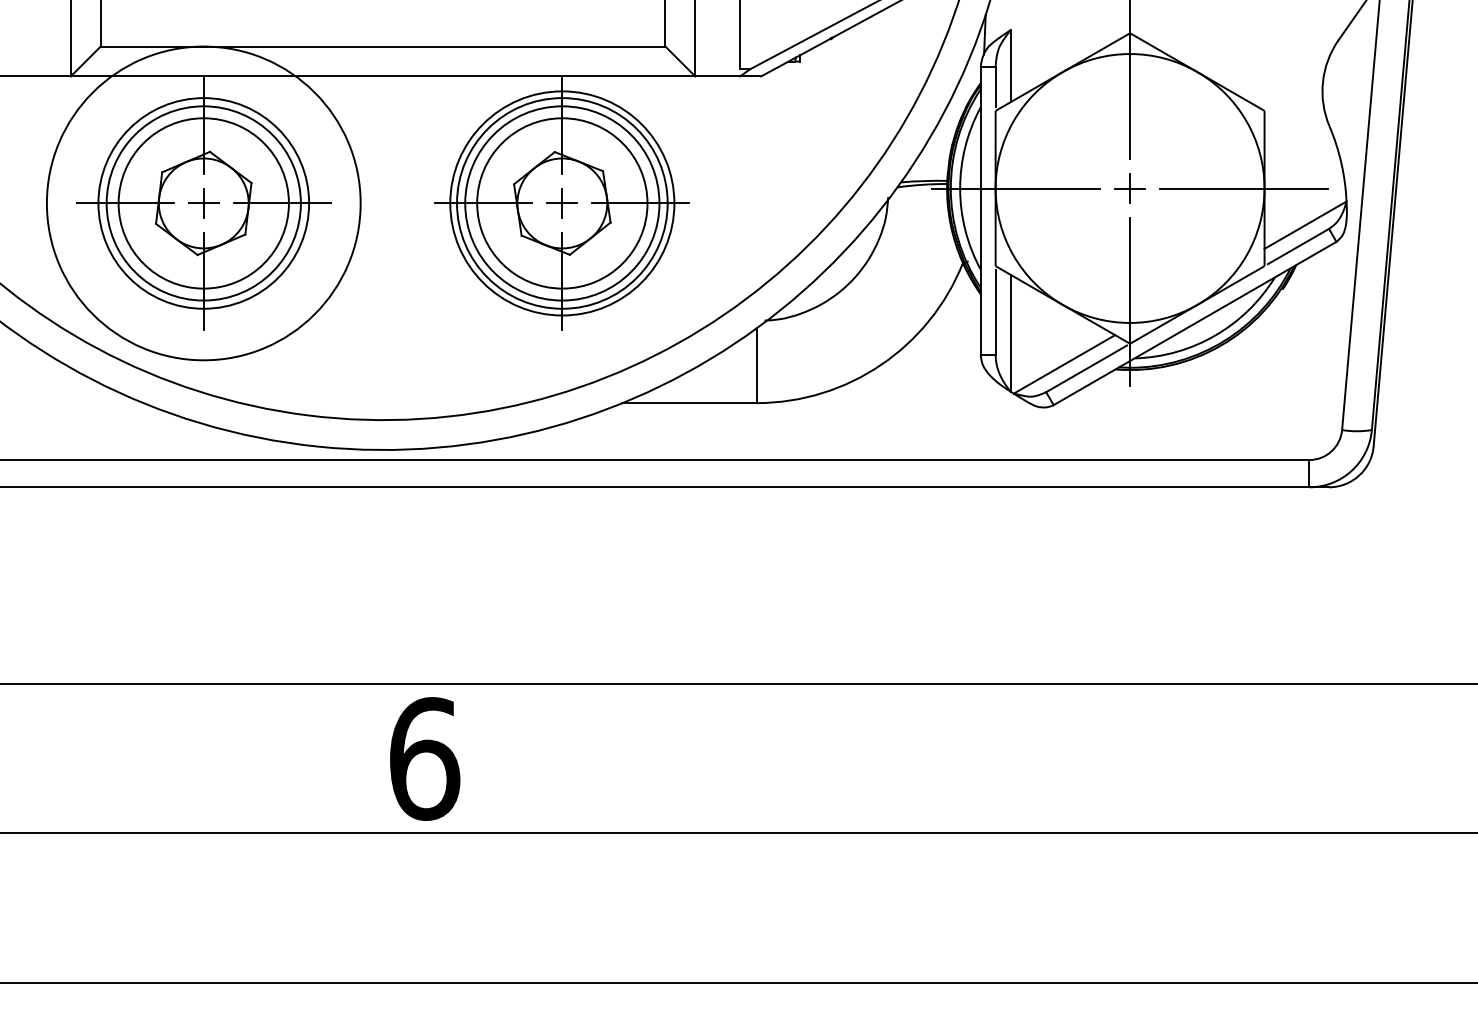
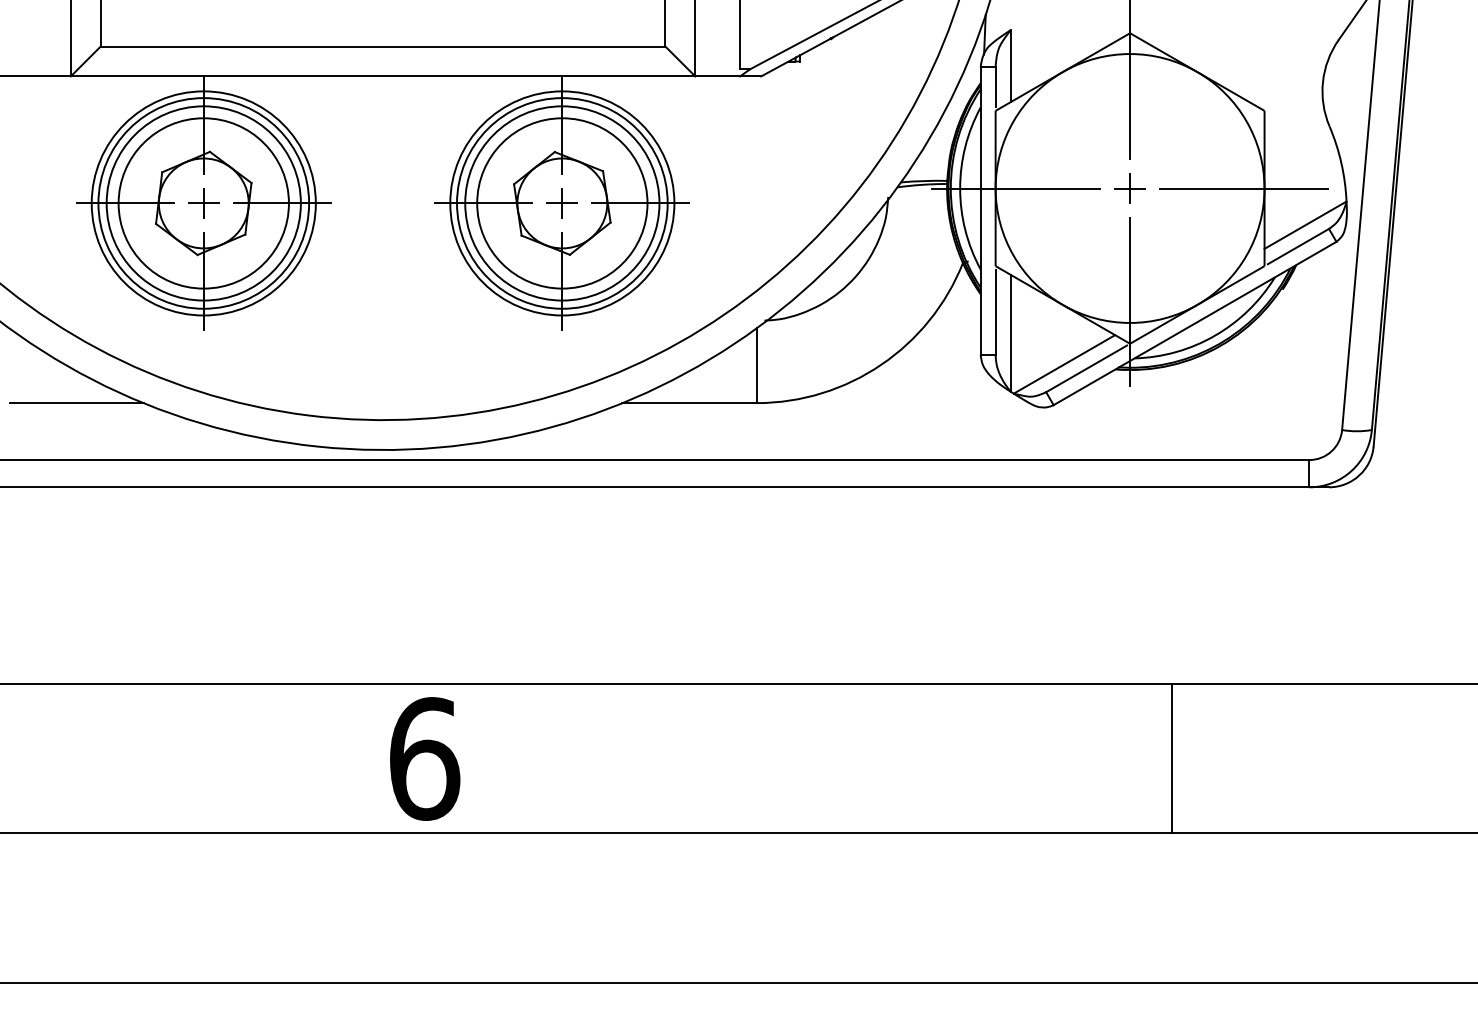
circle at (203, 203) diameter: 314 px -> 224 px
line at (76, 403): none -> present
line at (1172, 758): none -> present
